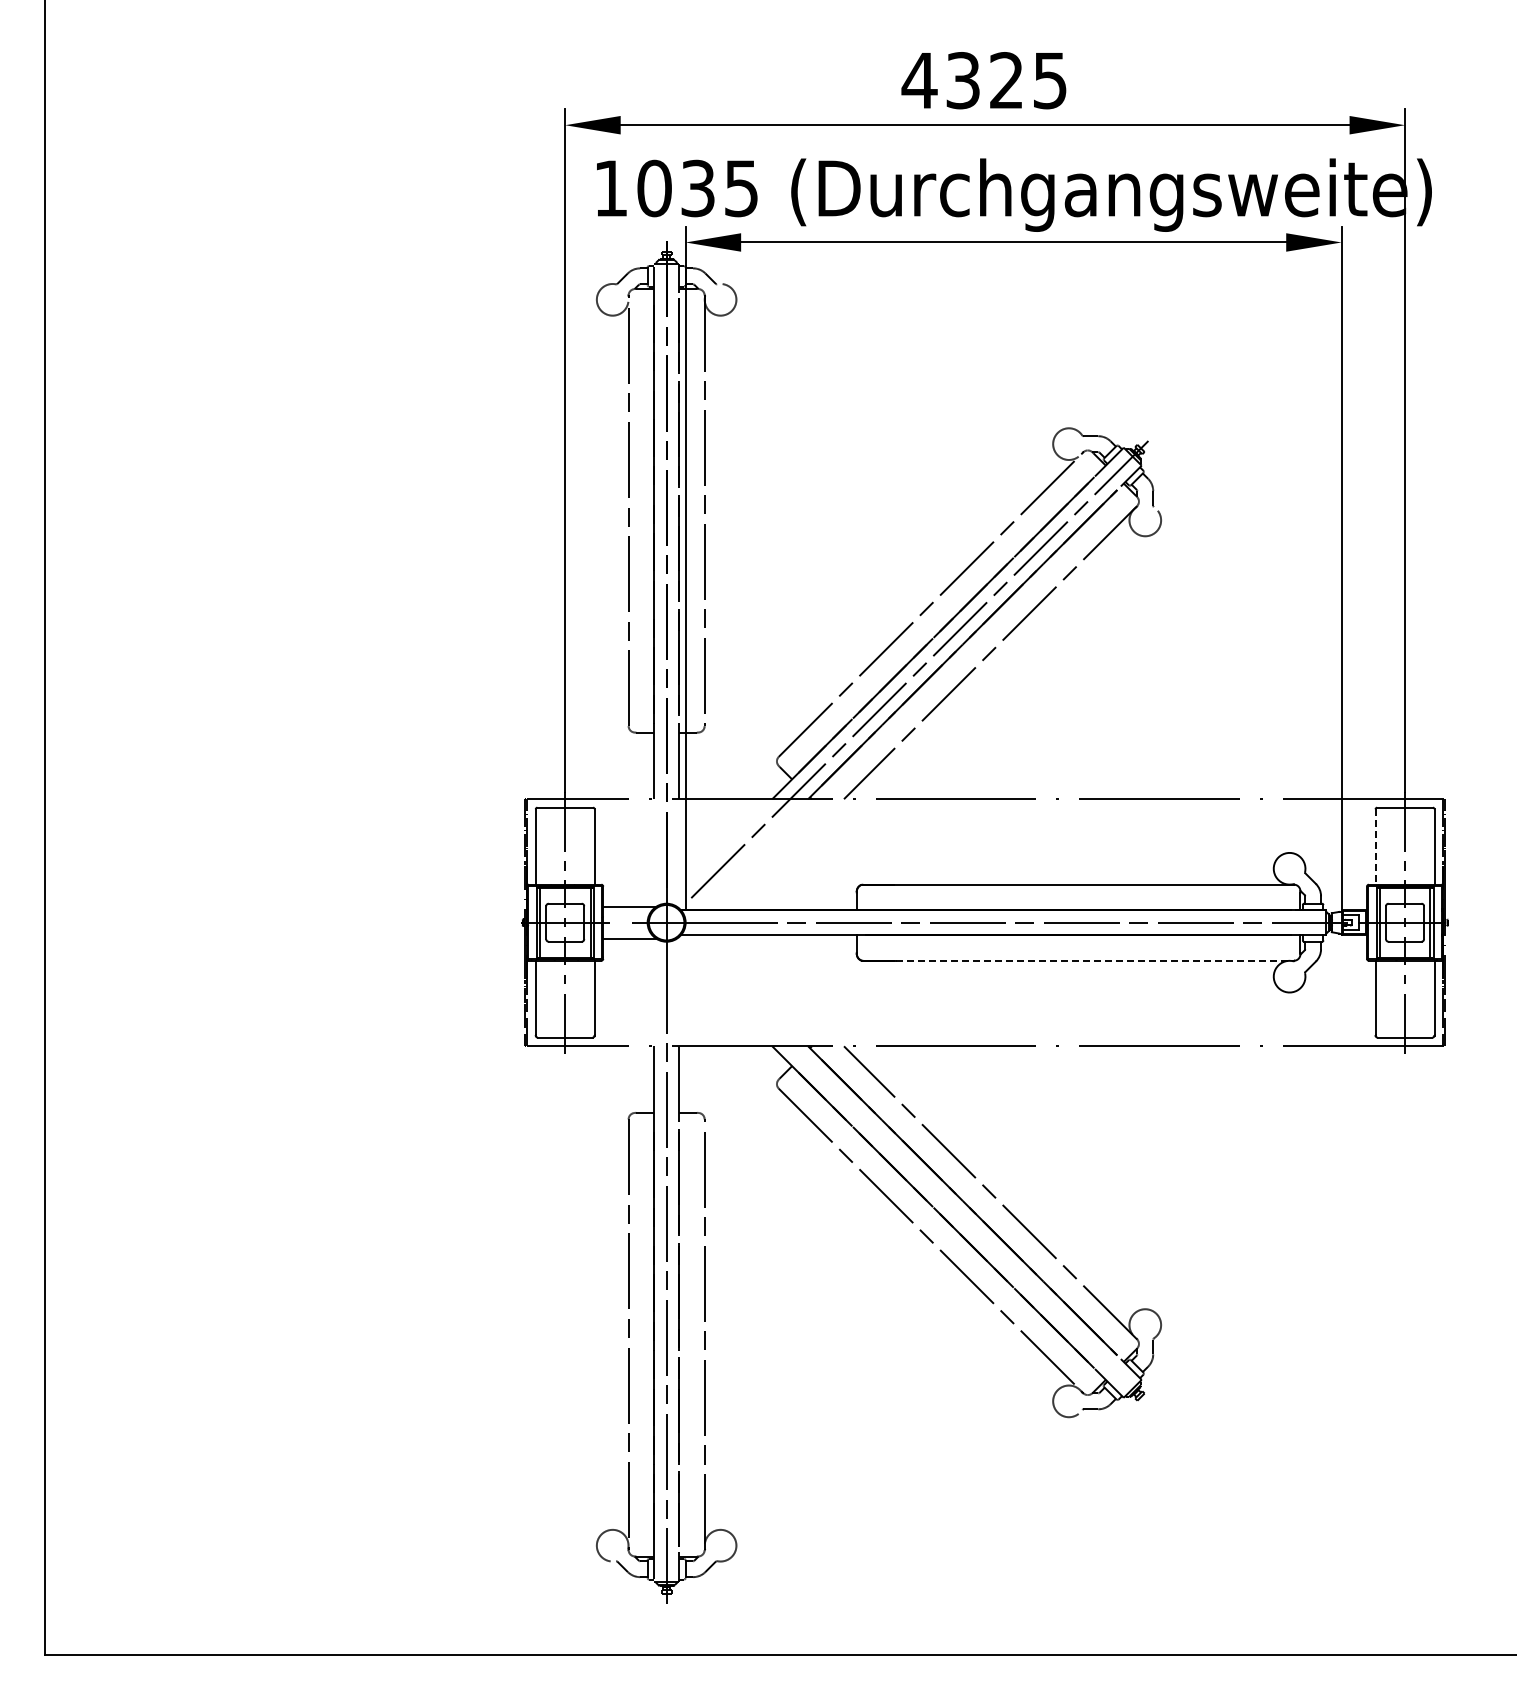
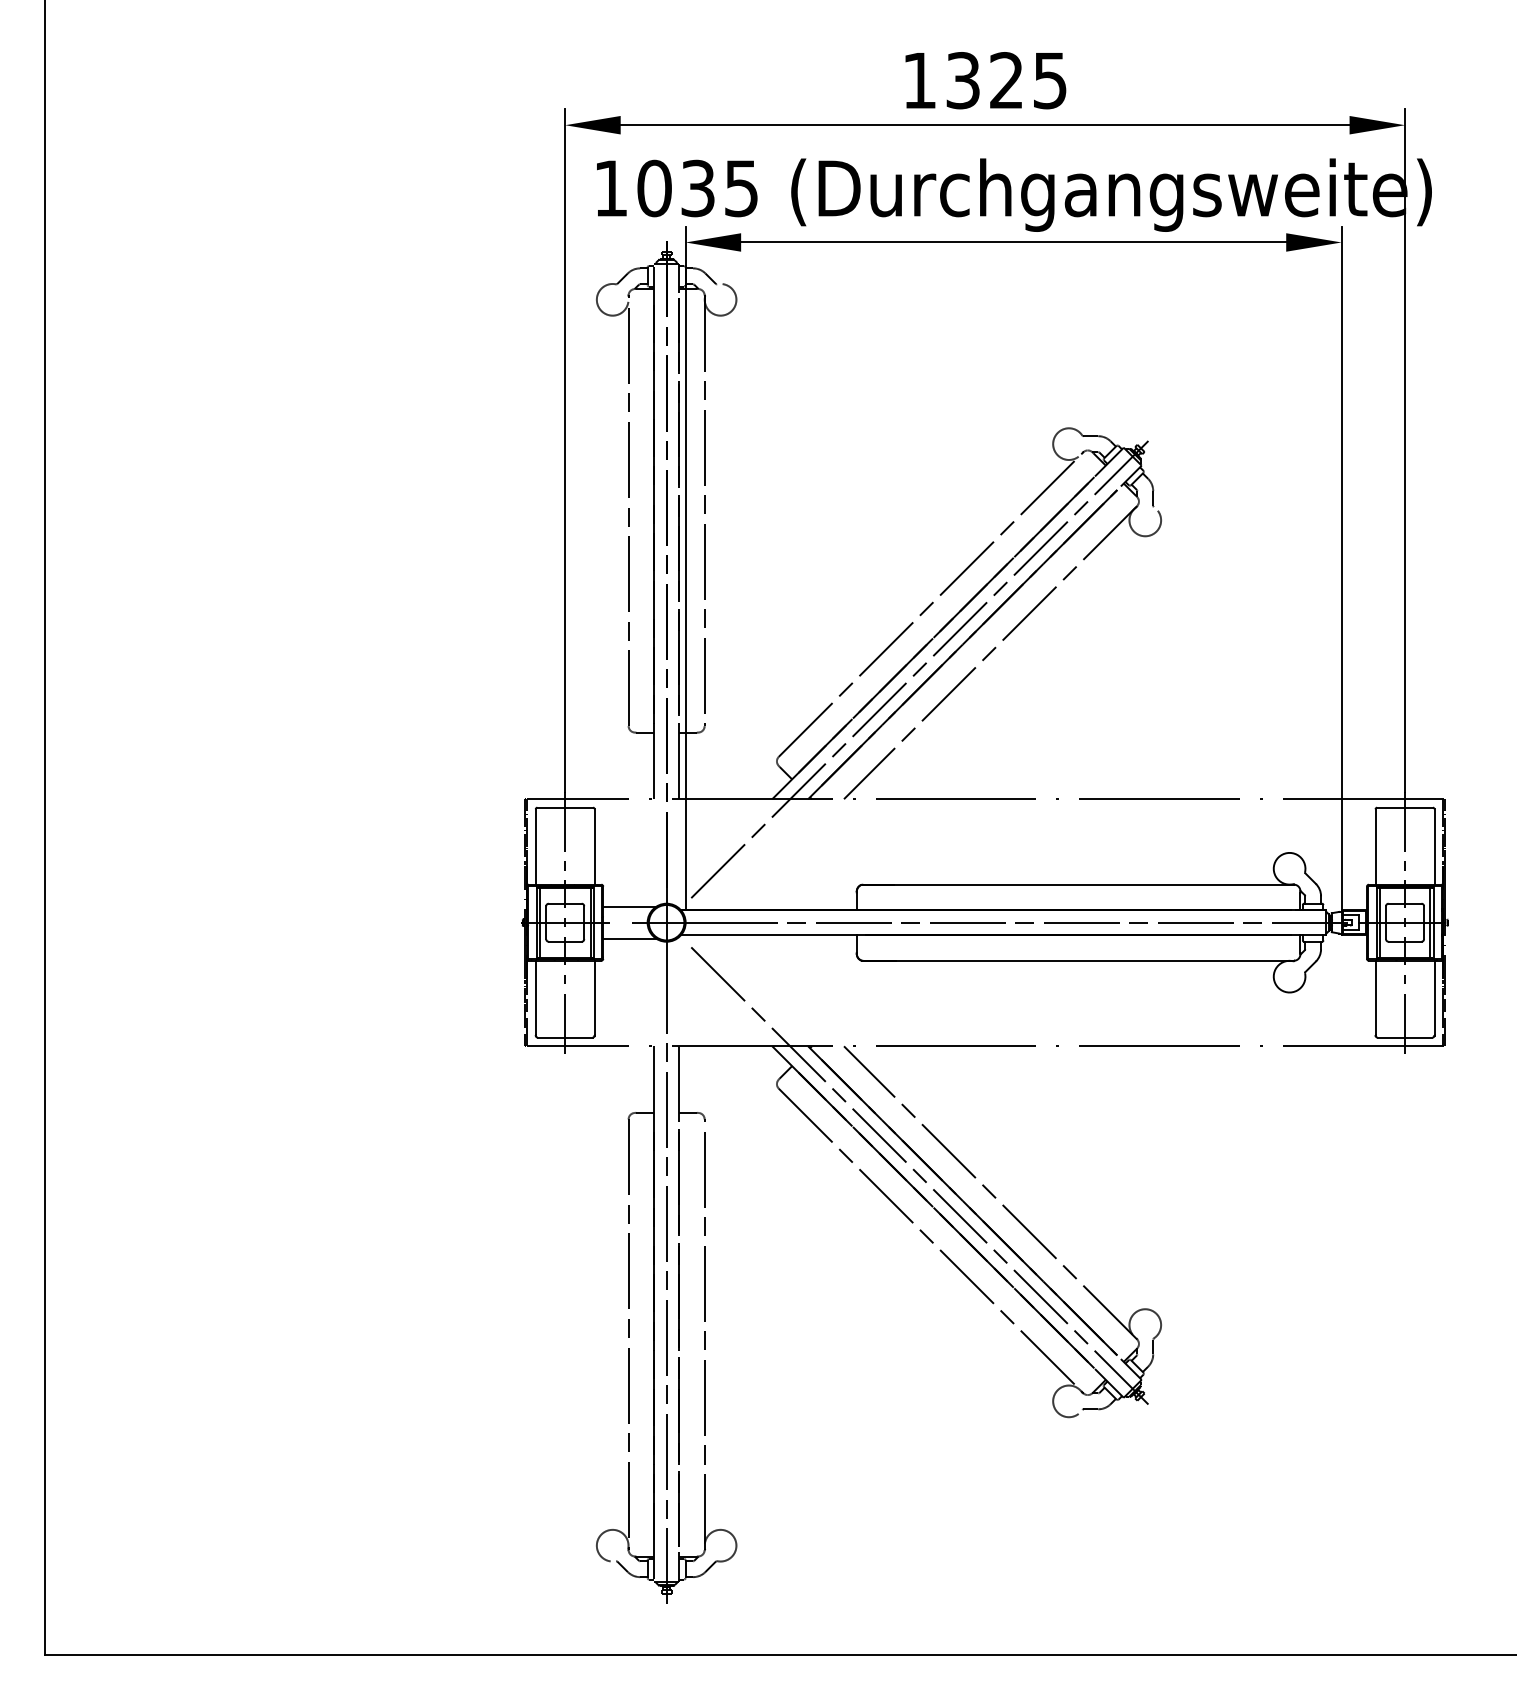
text at (919, 80): 4325 -> 1325
line at (1375, 846): dashed -> solid
line at (1079, 960): dashed -> solid
line at (921, 1177): none -> present
